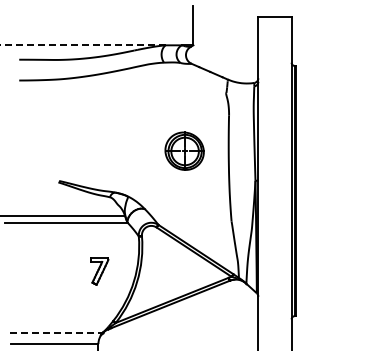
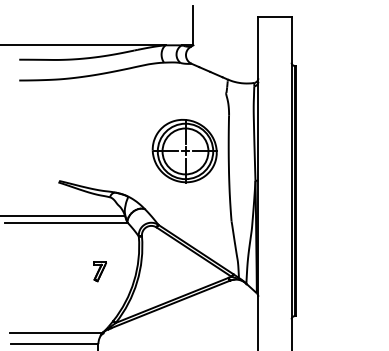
line at (82, 45): dashed -> solid
part at (184, 150) size: 41x40 px -> 67x65 px
part at (99, 271) size: 20x29 px -> 14x22 px
line at (57, 332): dashed -> solid
